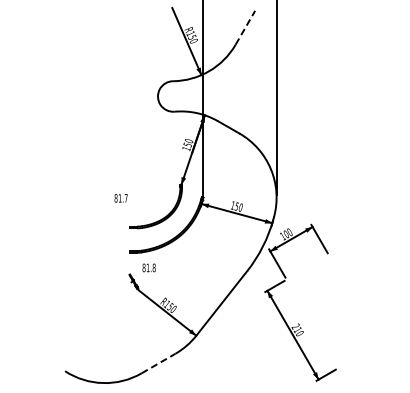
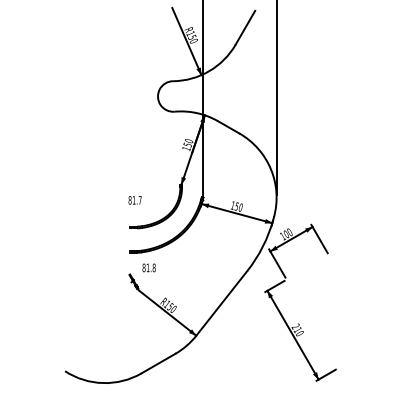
line at (245, 27): dashed -> solid
text at (120, 198) position: (120, 198) -> (134, 200)
line at (159, 363): dashed -> solid
